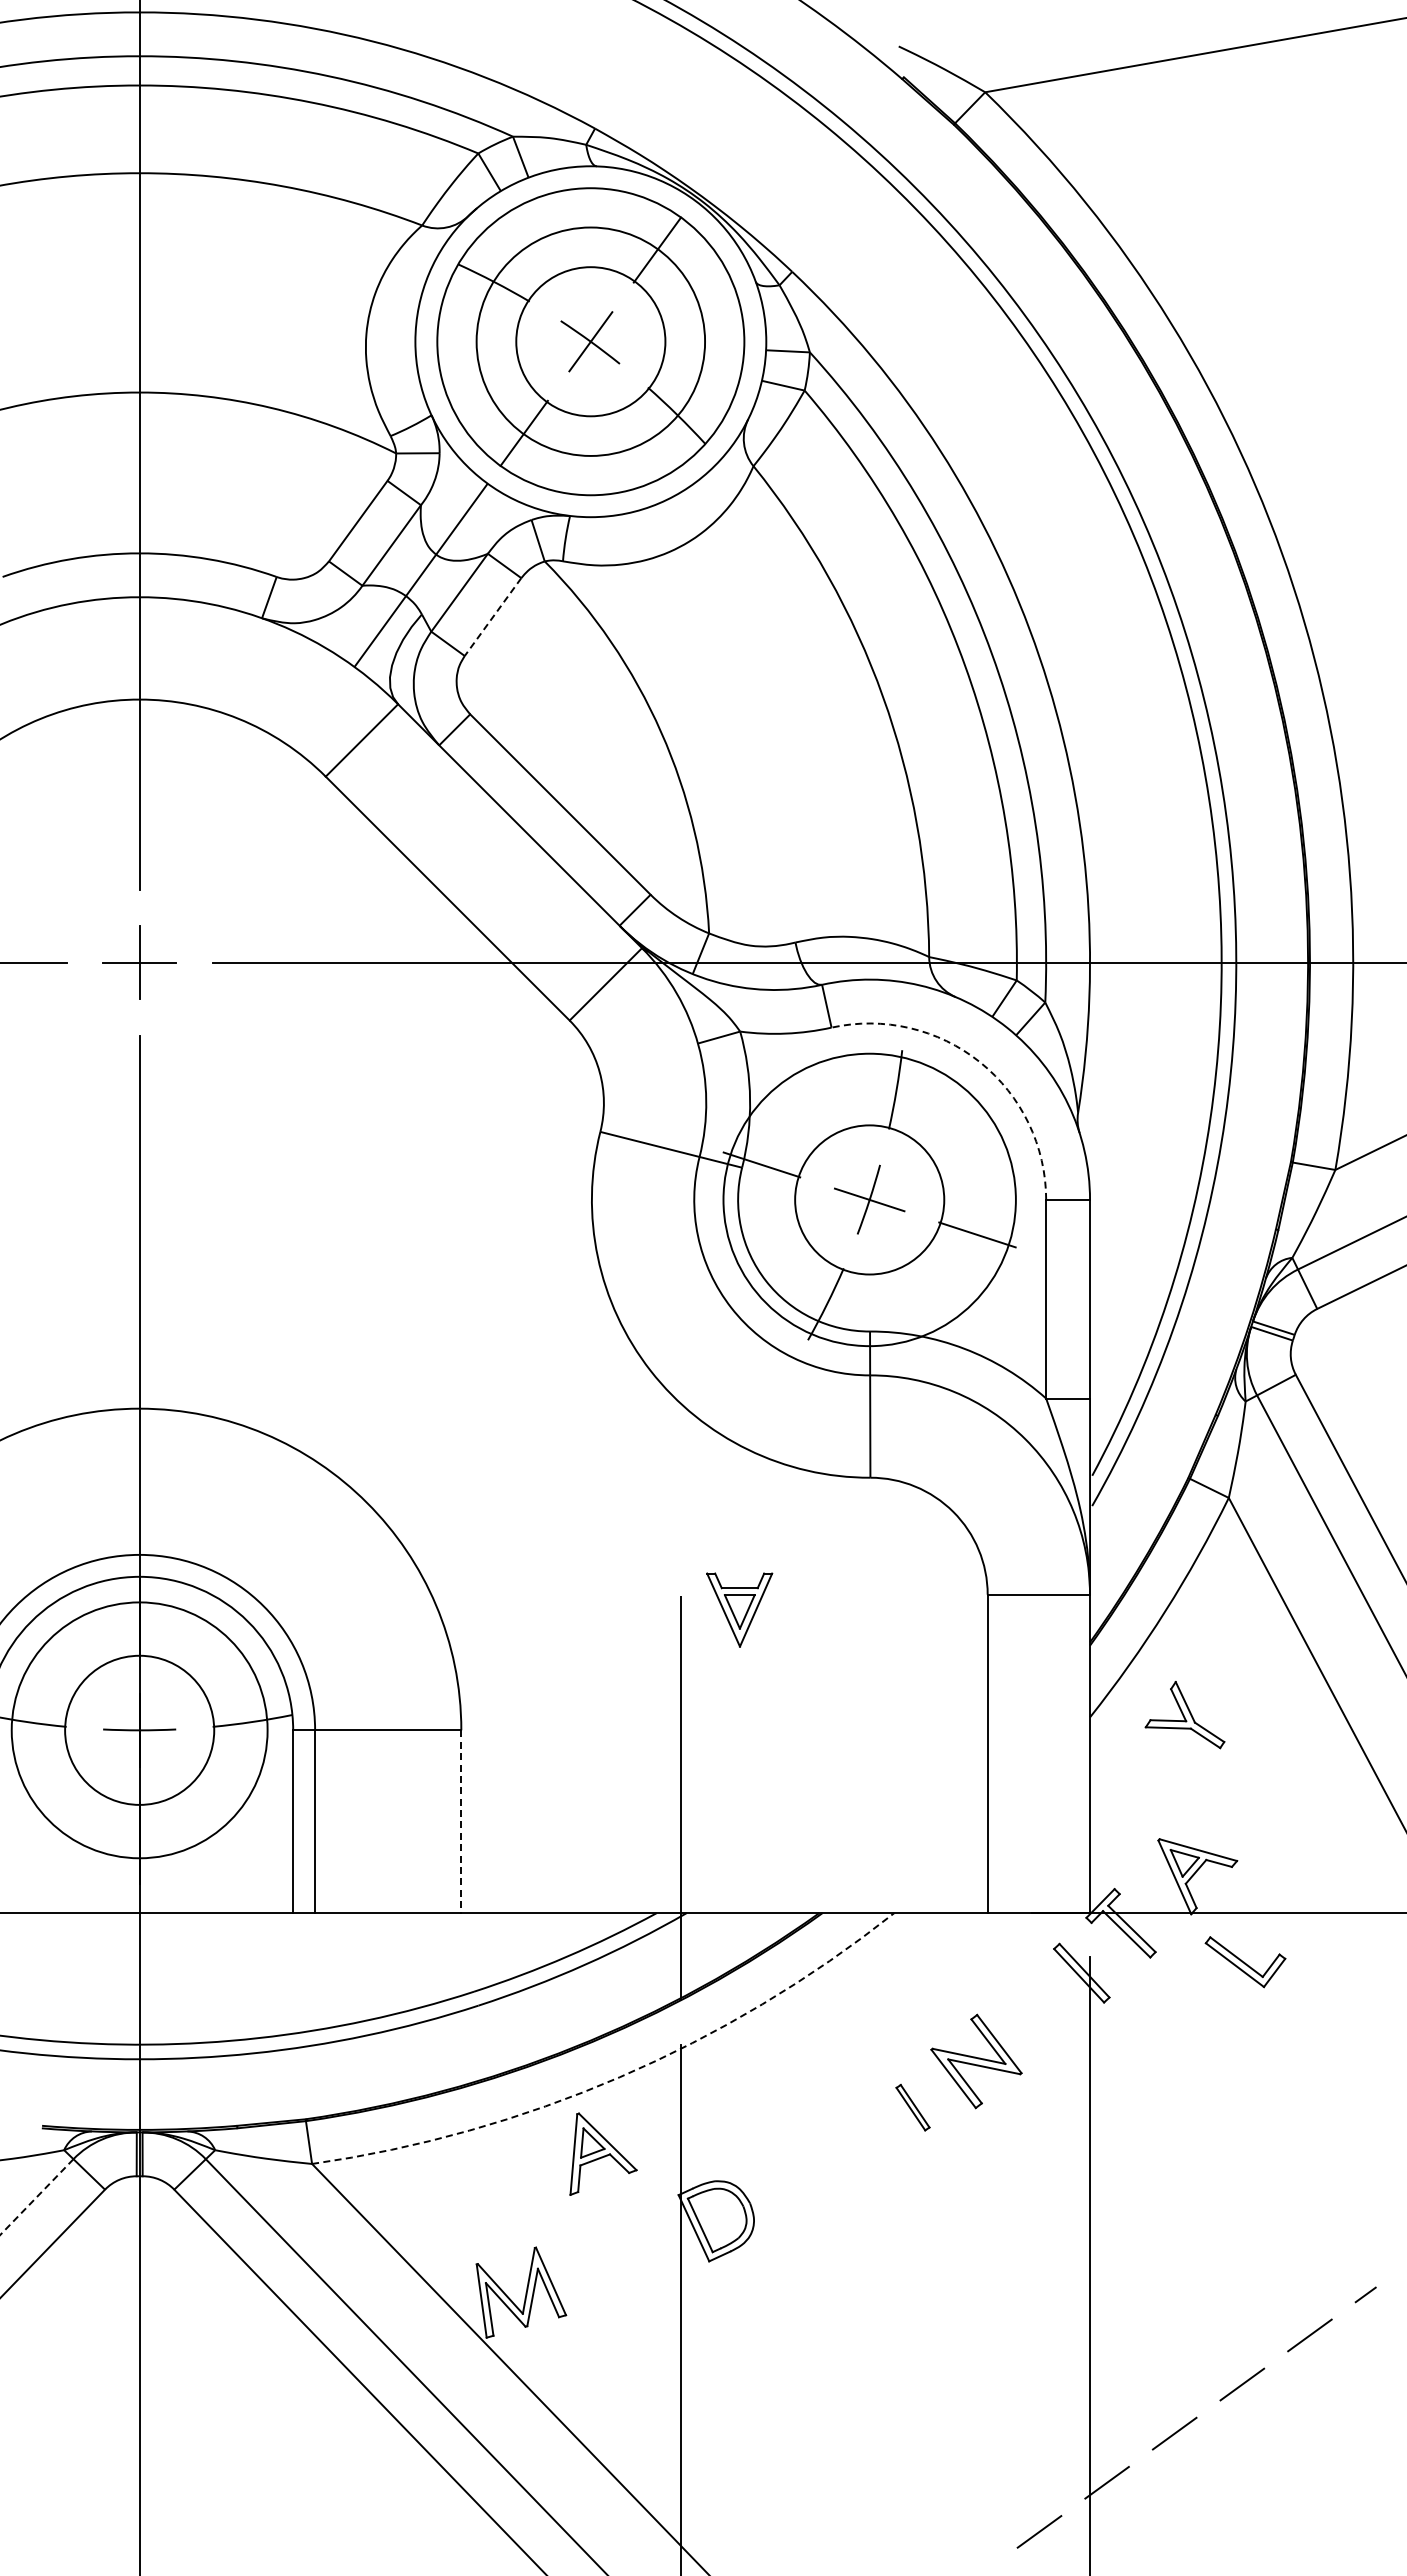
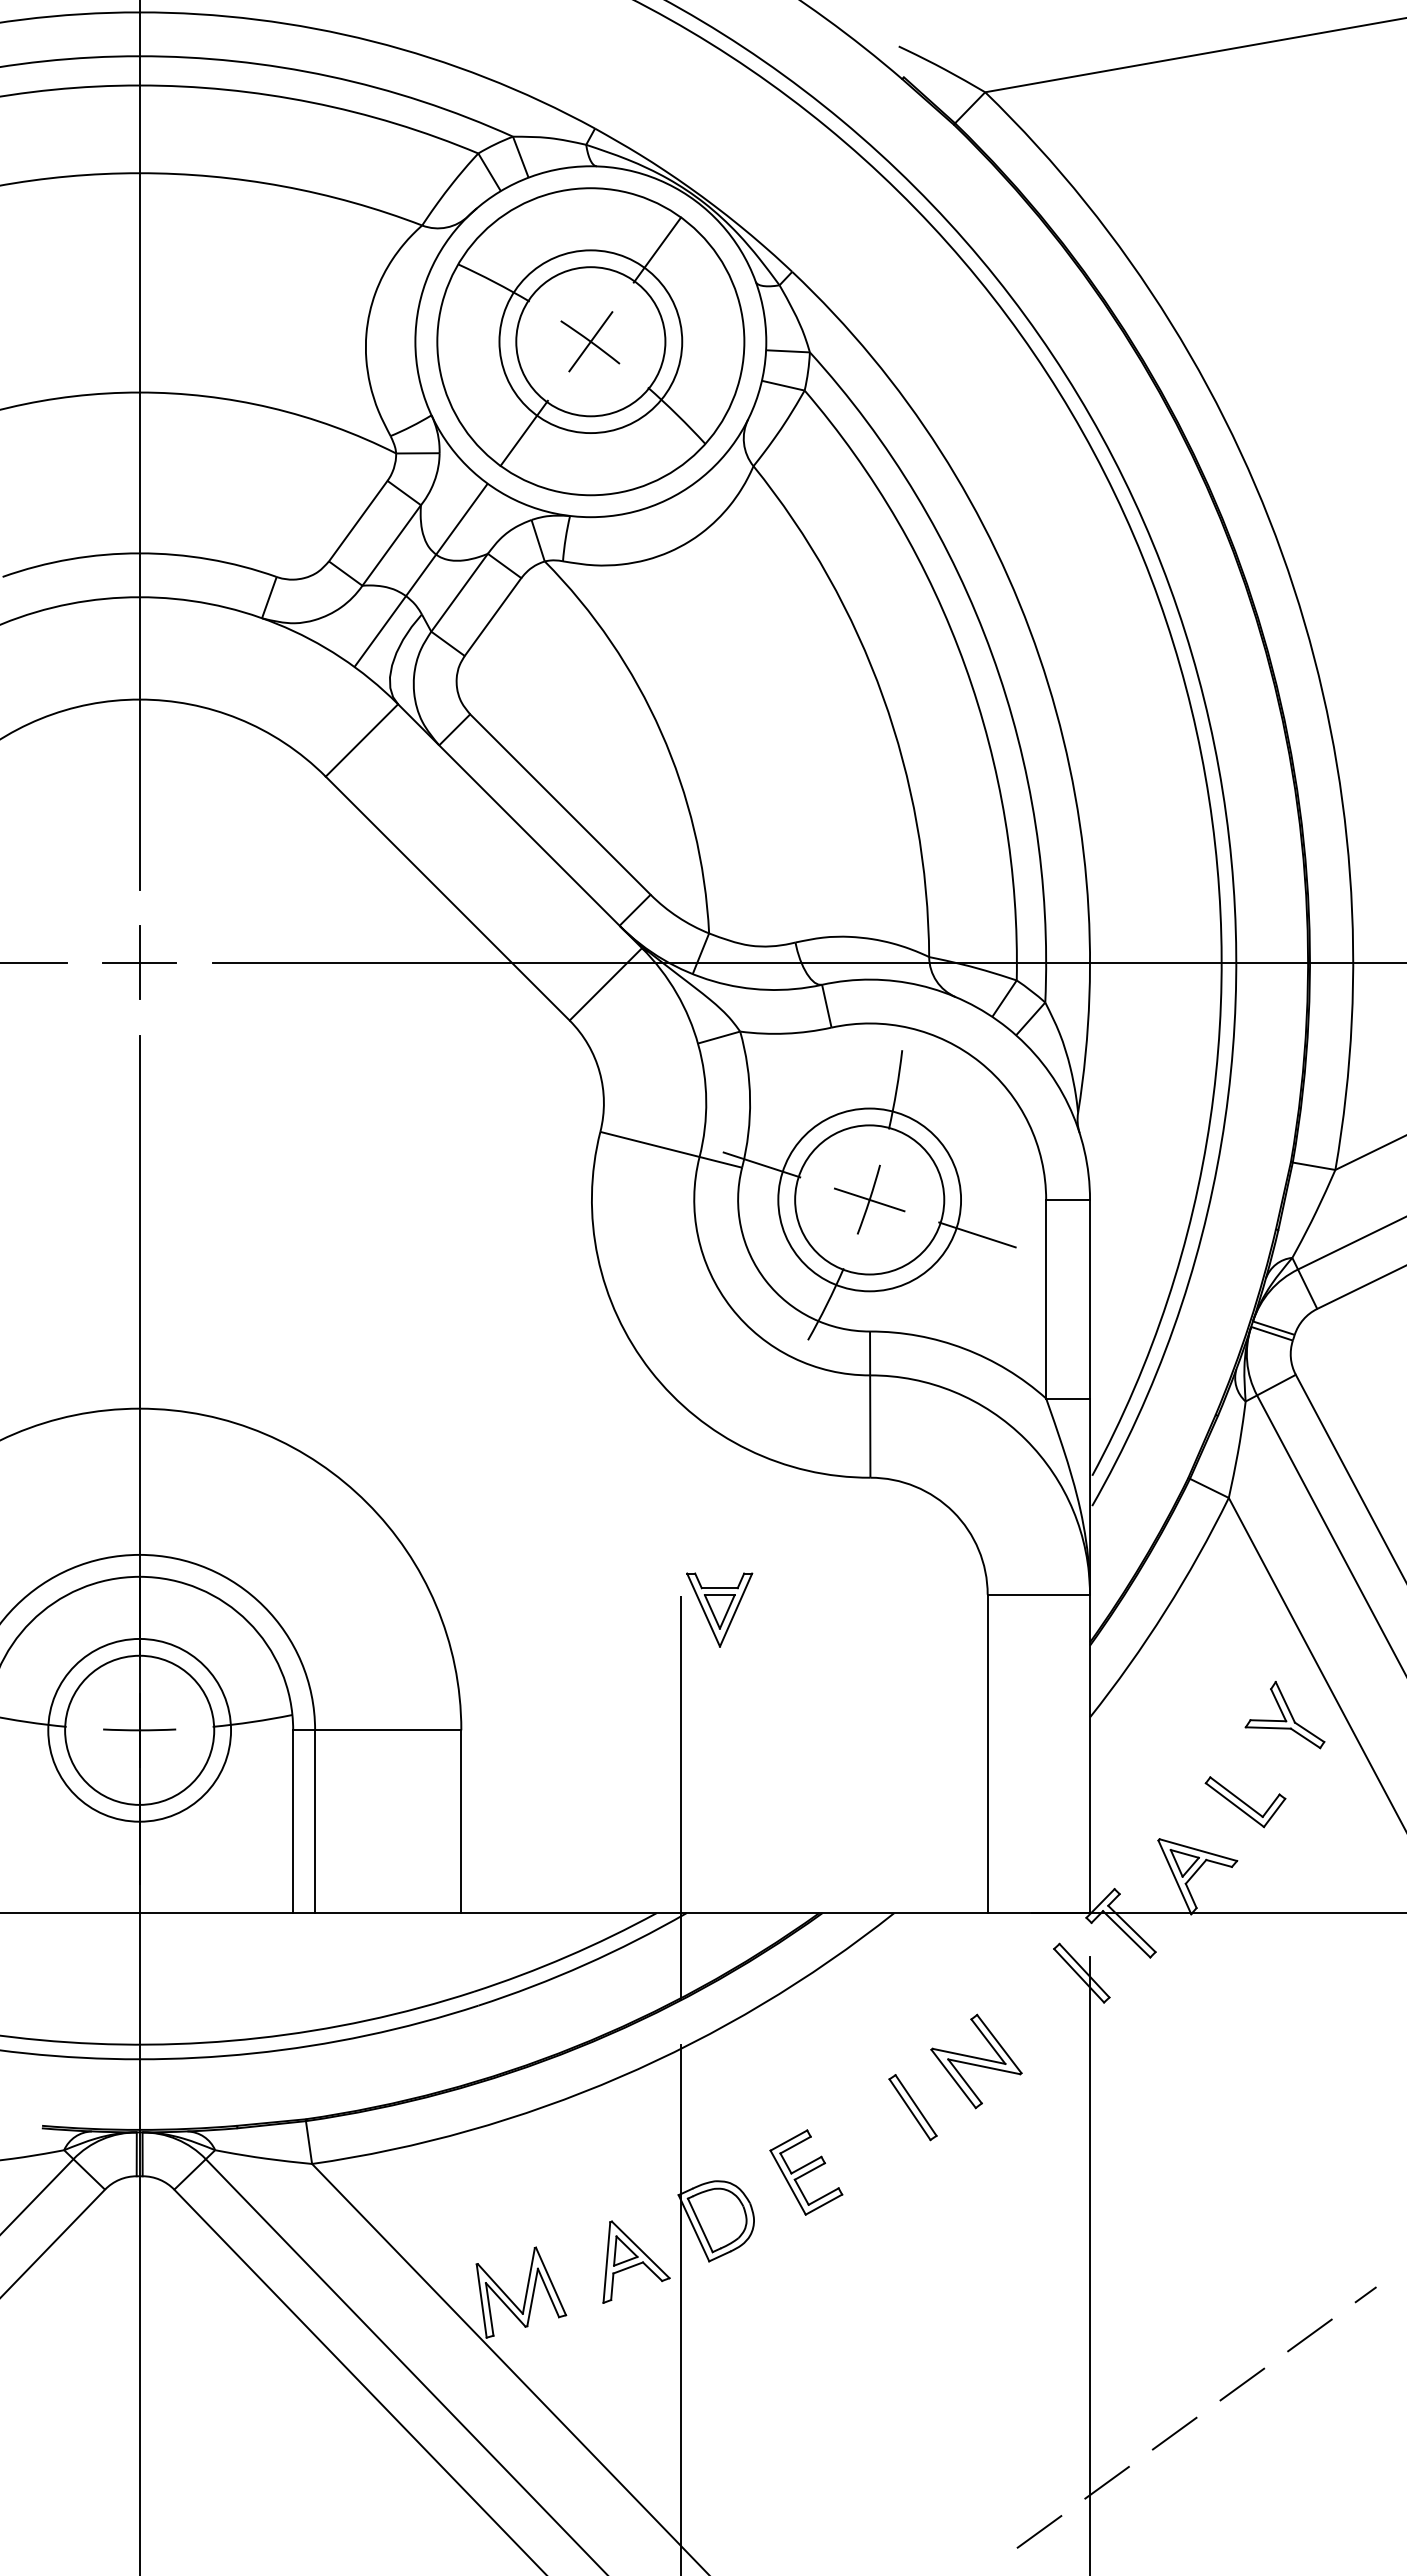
circle at (590, 341) diameter: 228 px -> 183 px
line at (492, 617): dashed -> solid
arc at (980, 1062): dashed -> solid
circle at (869, 1199) diameter: 292 px -> 183 px
part at (739, 1609) position: (739, 1609) -> (719, 1609)
part at (1184, 1715) position: (1184, 1715) -> (1284, 1715)
circle at (139, 1730) diameter: 256 px -> 183 px
line at (461, 1822): dashed -> solid
part at (1245, 1962) position: (1245, 1962) -> (1245, 1802)
arc at (619, 2077): dashed -> solid
part at (912, 2107) size: 36x48 px -> 50x68 px
part at (603, 2153) position: (603, 2153) -> (636, 2261)
part at (806, 2172): none -> present
line at (36, 2197): dashed -> solid
